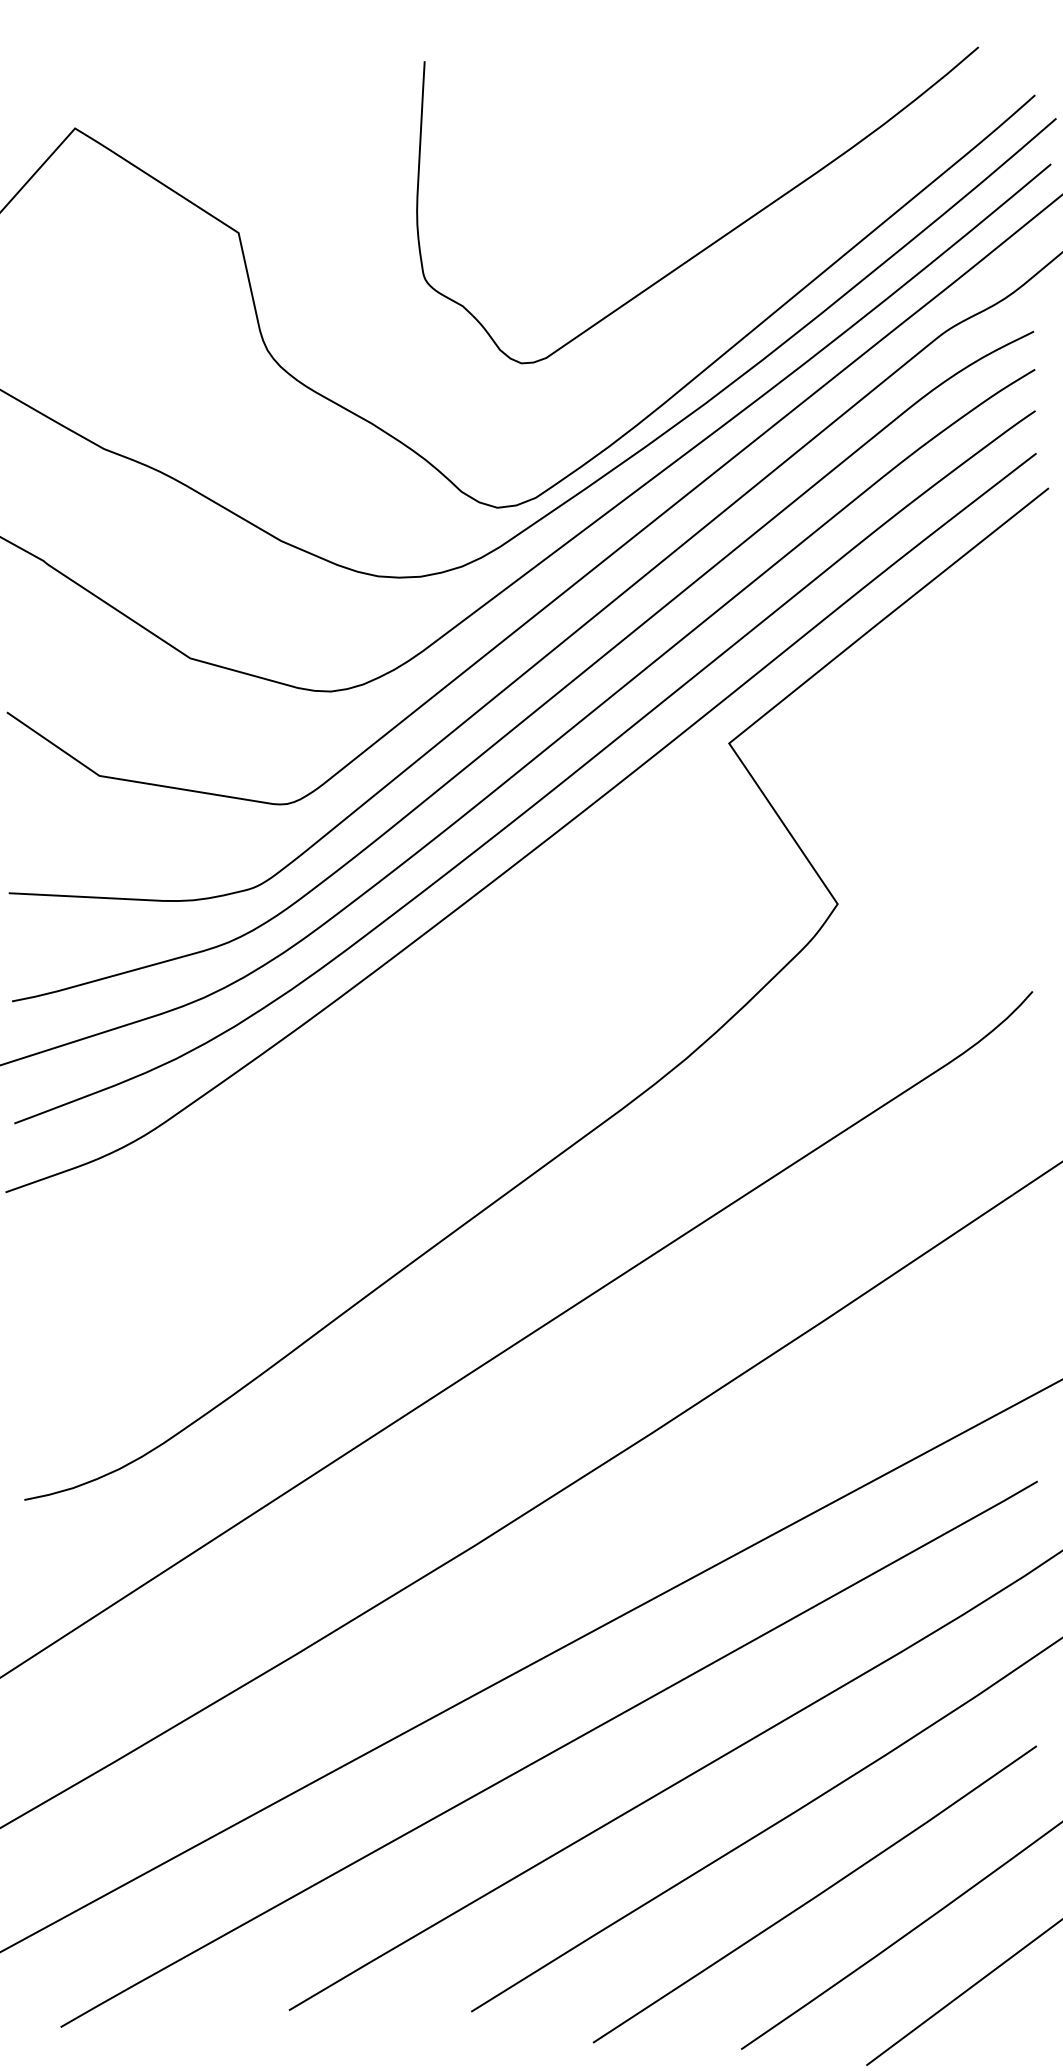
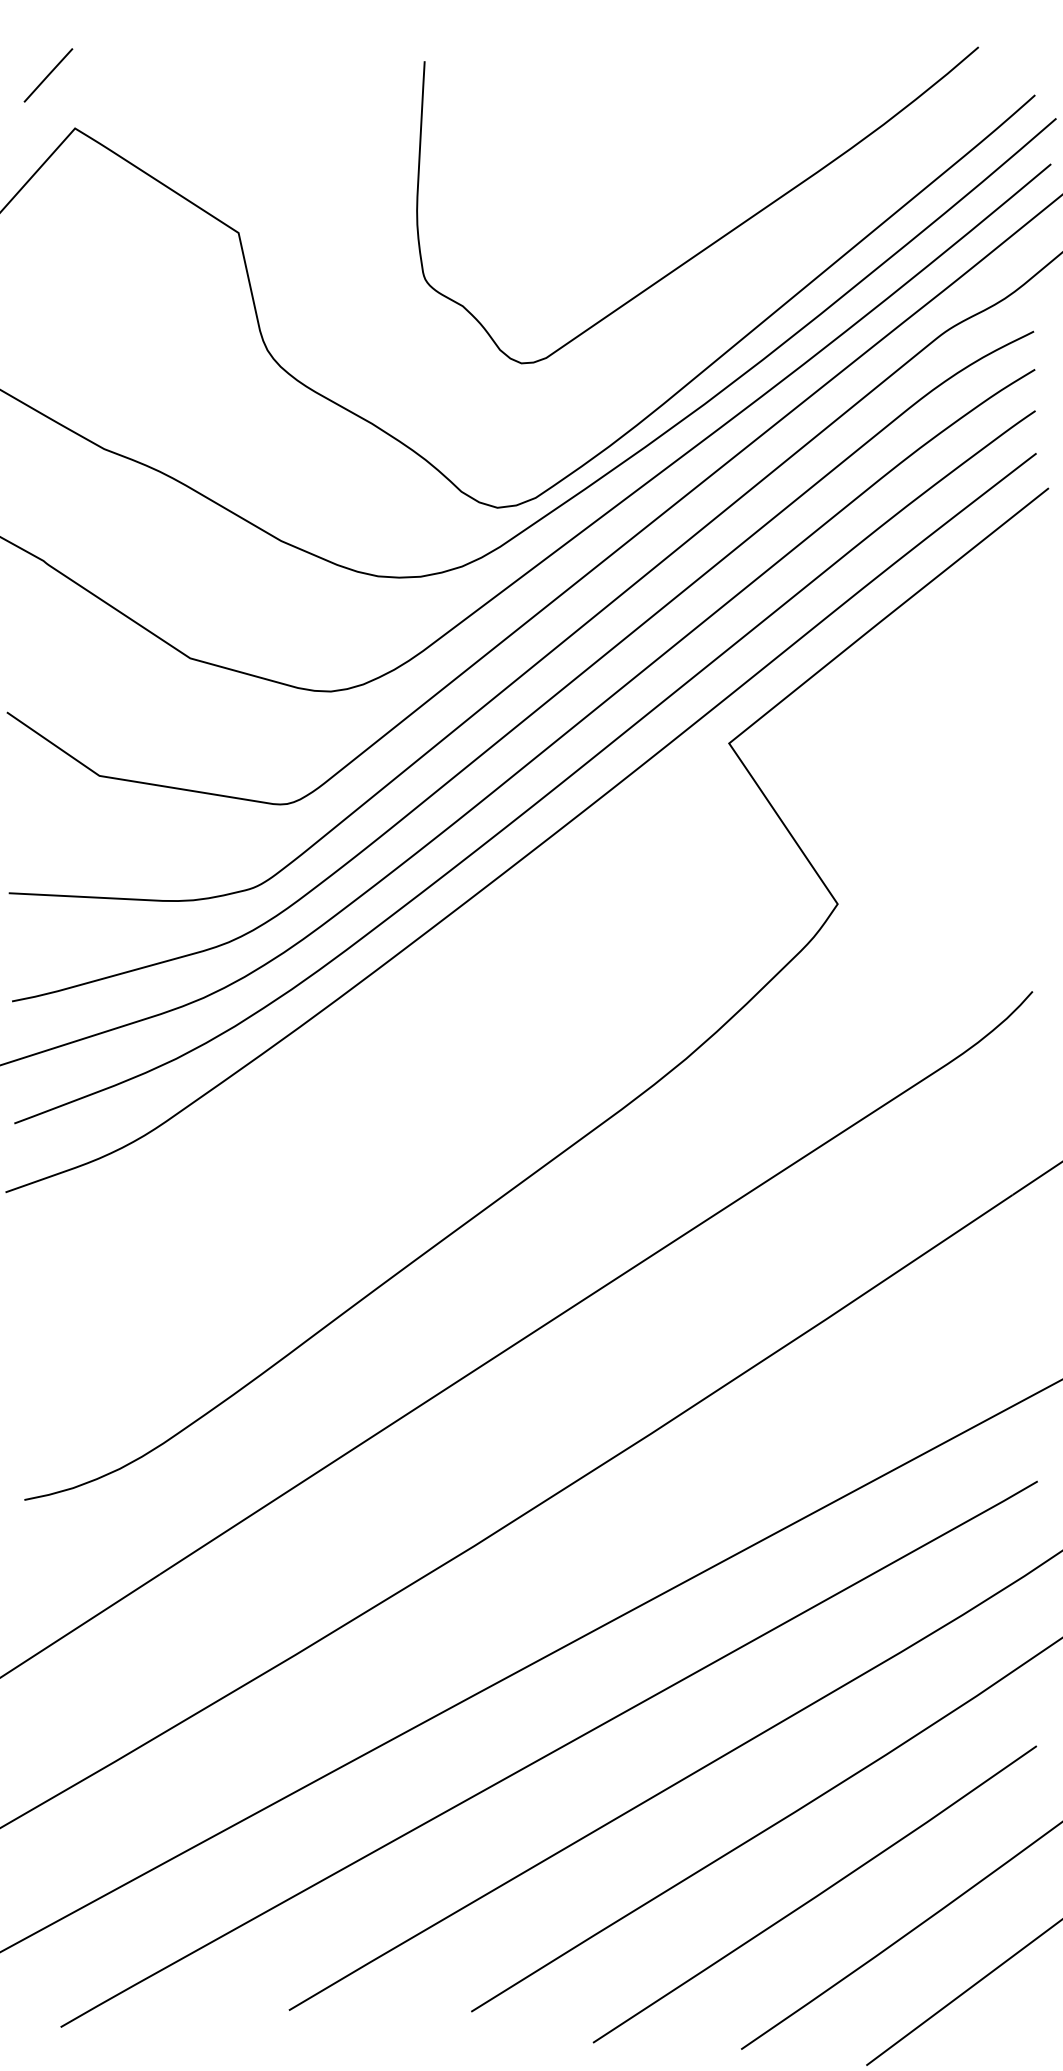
line at (48, 75): none -> present
